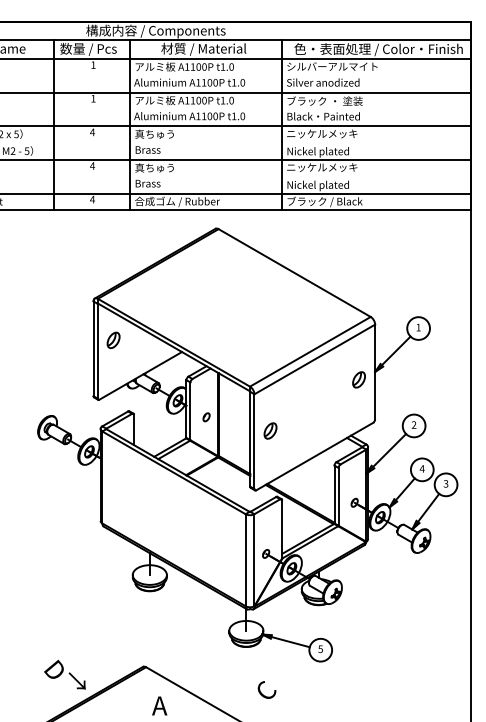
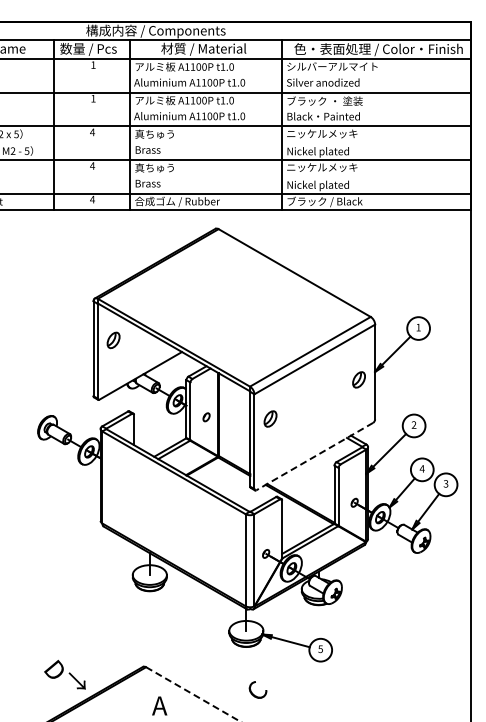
part at (270, 430) position: (270, 430) -> (270, 418)
line at (314, 456): solid -> dashed
text at (266, 689) position: (266, 689) -> (257, 689)
line at (193, 694): solid -> dashed
